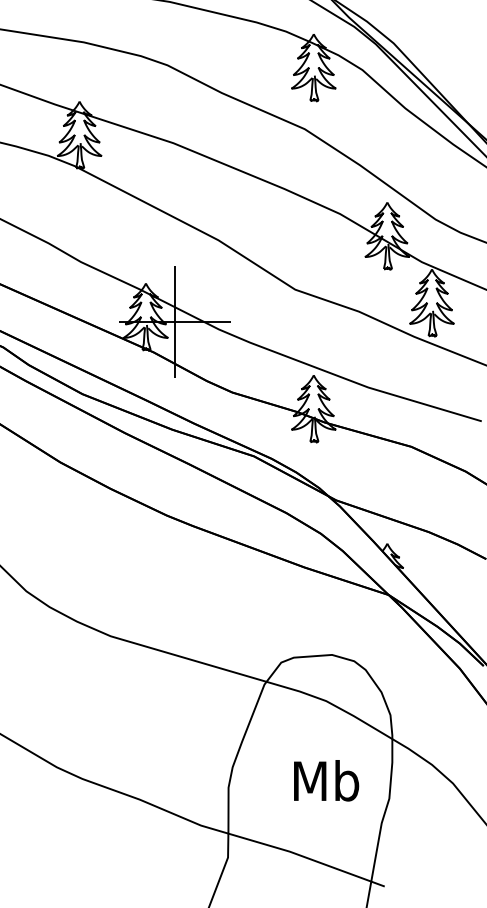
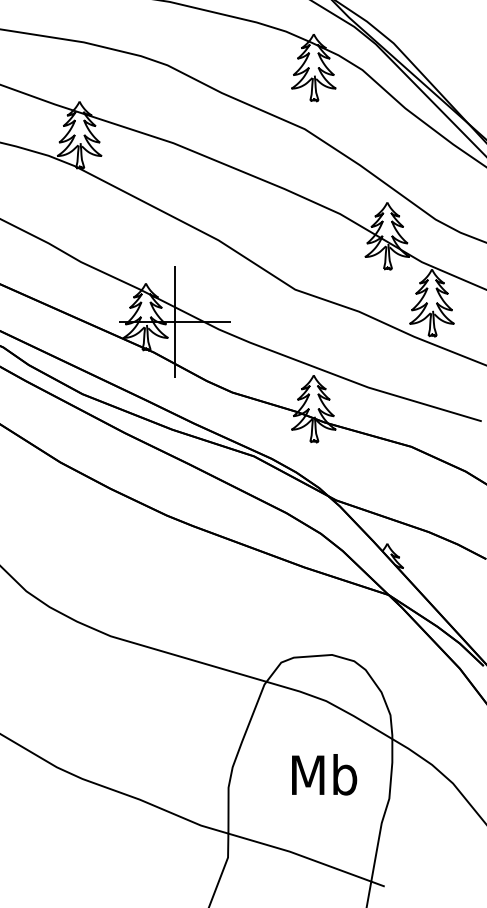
text at (326, 780) position: (326, 780) -> (324, 774)
